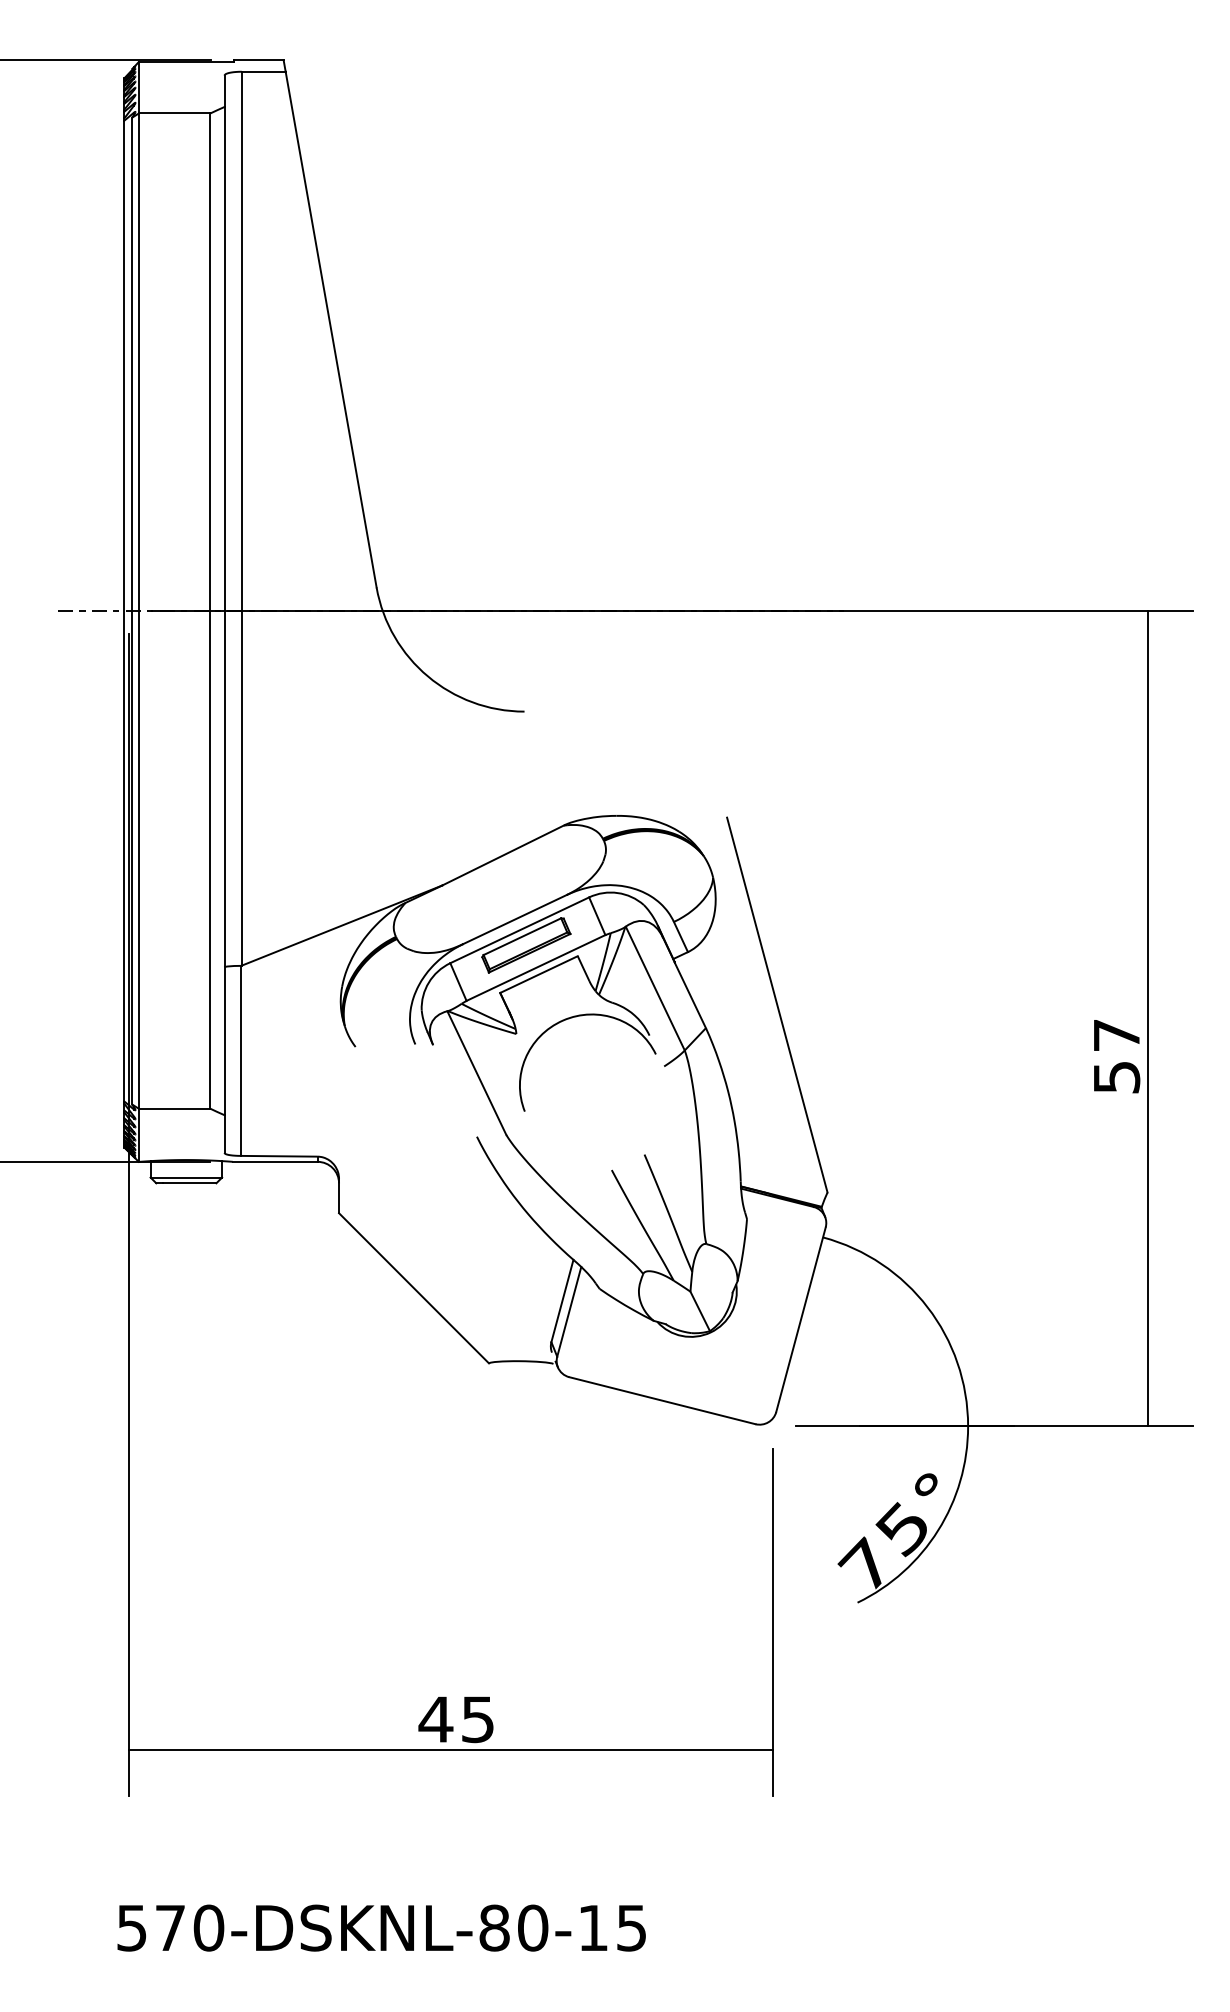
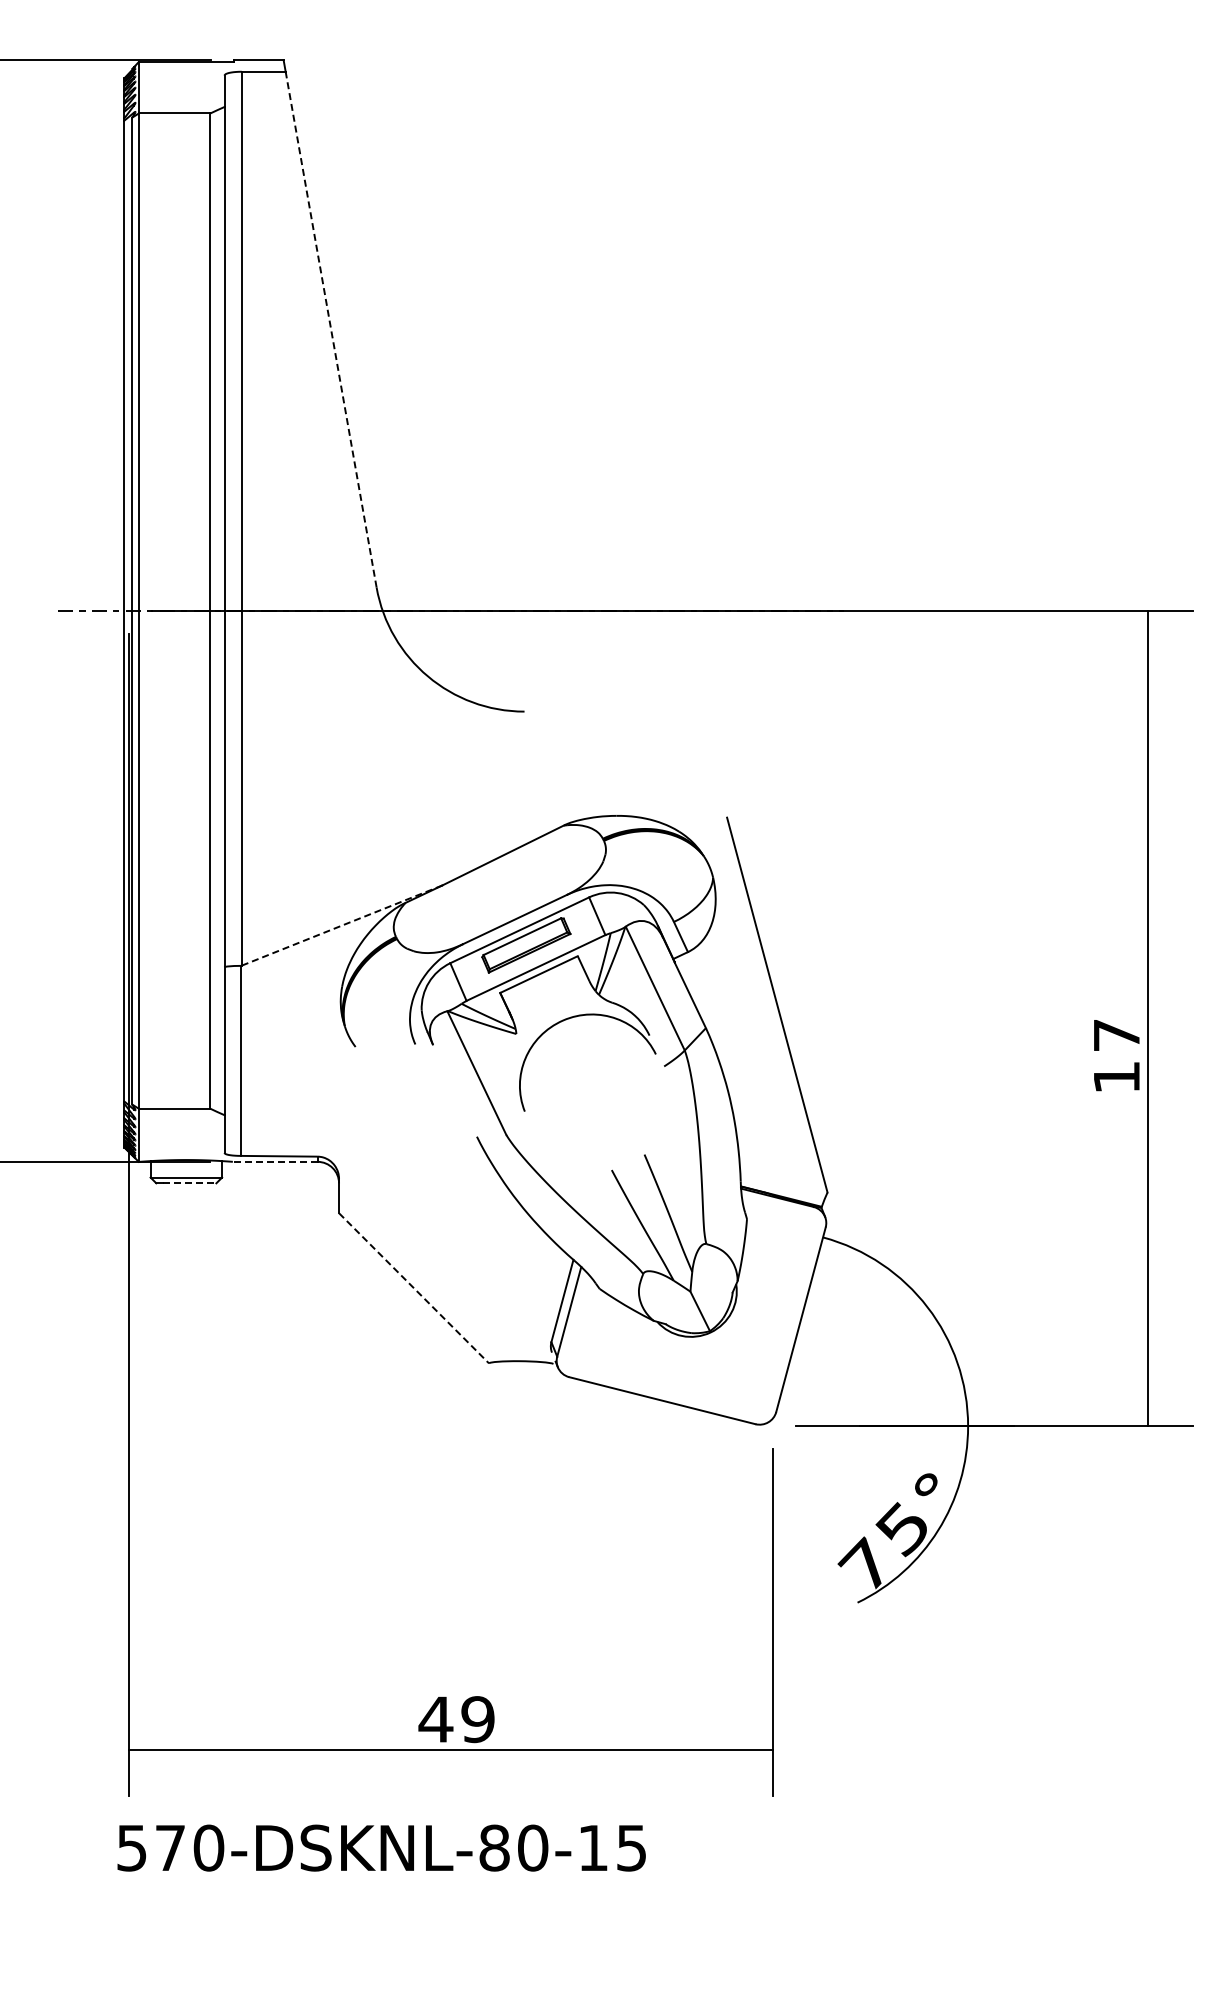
line at (331, 329): solid -> dashed
line at (342, 925): solid -> dashed
text at (1117, 1077): 57 -> 17
line at (274, 1161): solid -> dashed
line at (189, 1183): solid -> dashed
line at (414, 1288): solid -> dashed
text at (477, 1719): 45 -> 49
text at (381, 1927) position: (381, 1927) -> (381, 1847)
